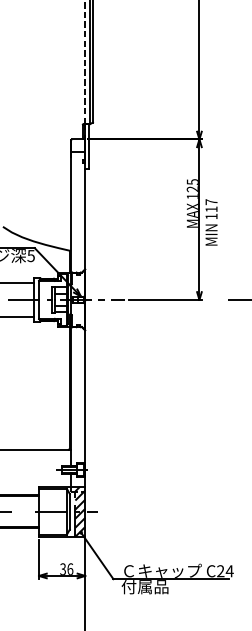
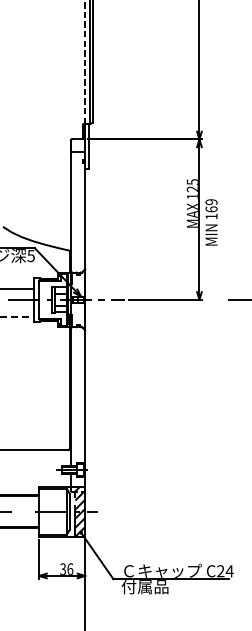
text at (211, 205): 117 -> 169
line at (17, 282) position: (17, 282) -> (17, 288)
line at (17, 317): solid -> dashed
